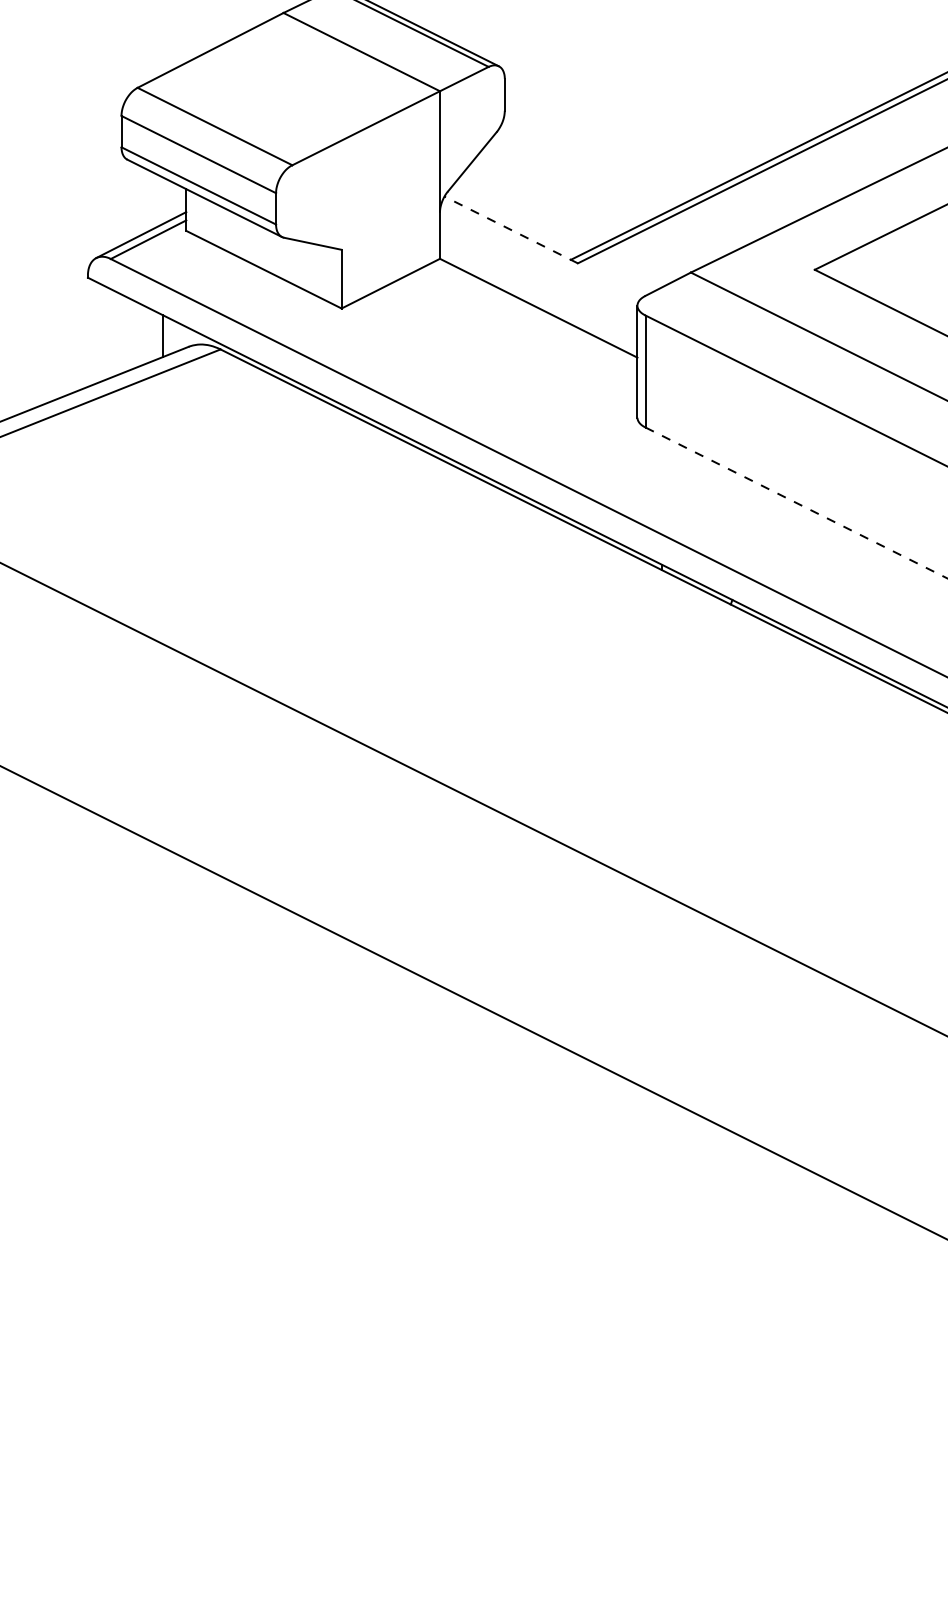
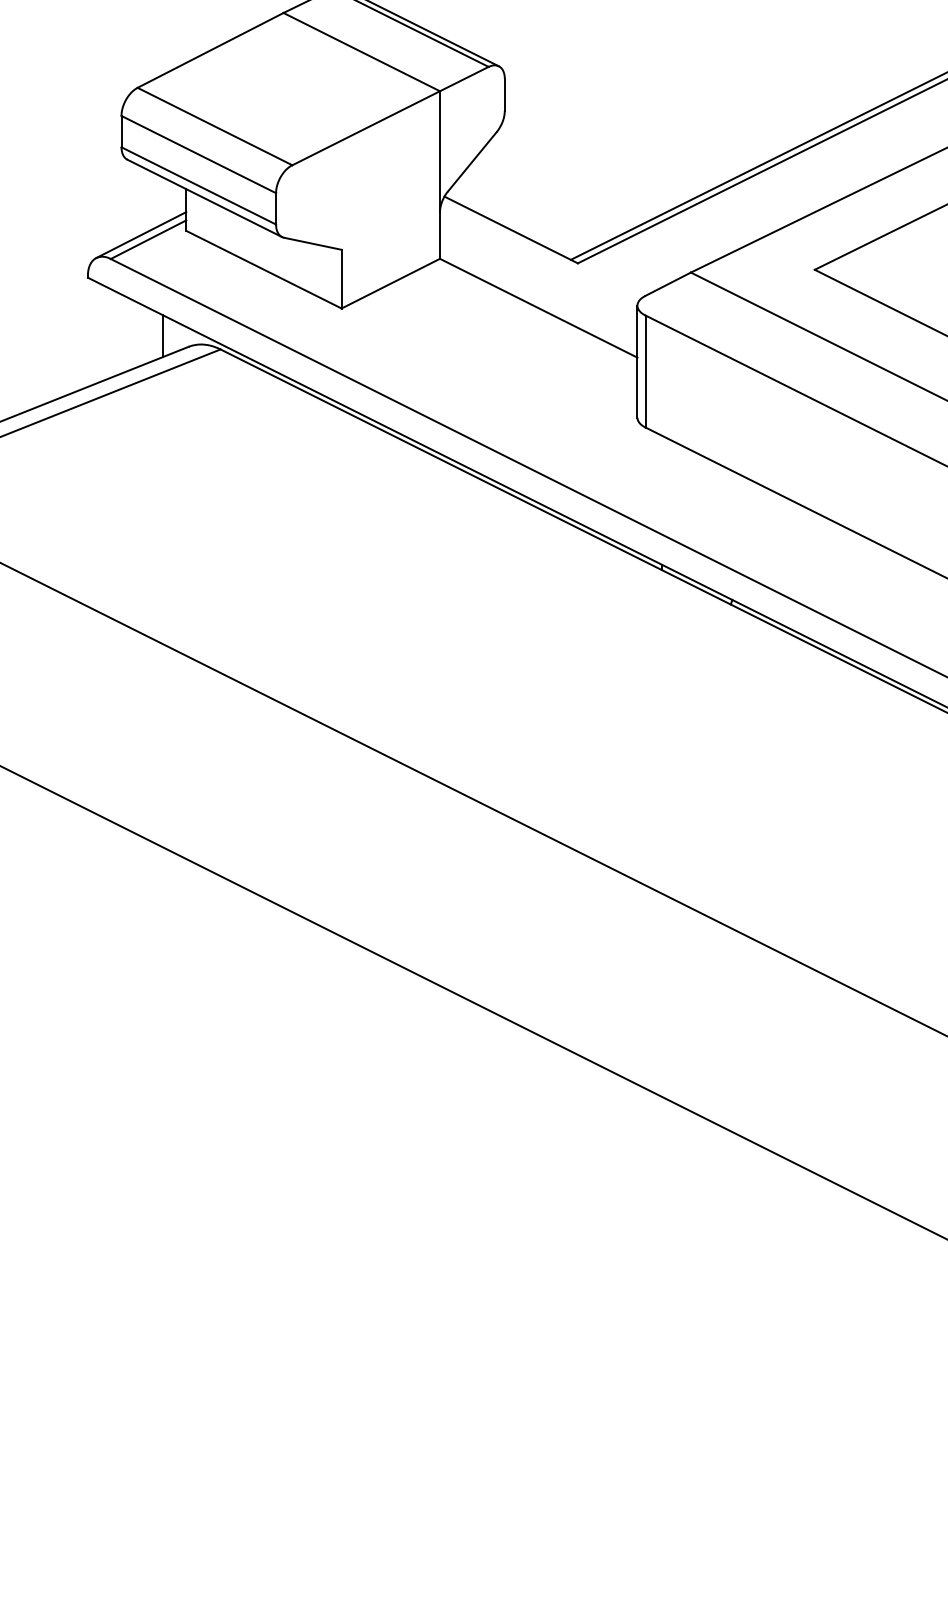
line at (511, 229): dashed -> solid
line at (796, 502): dashed -> solid
